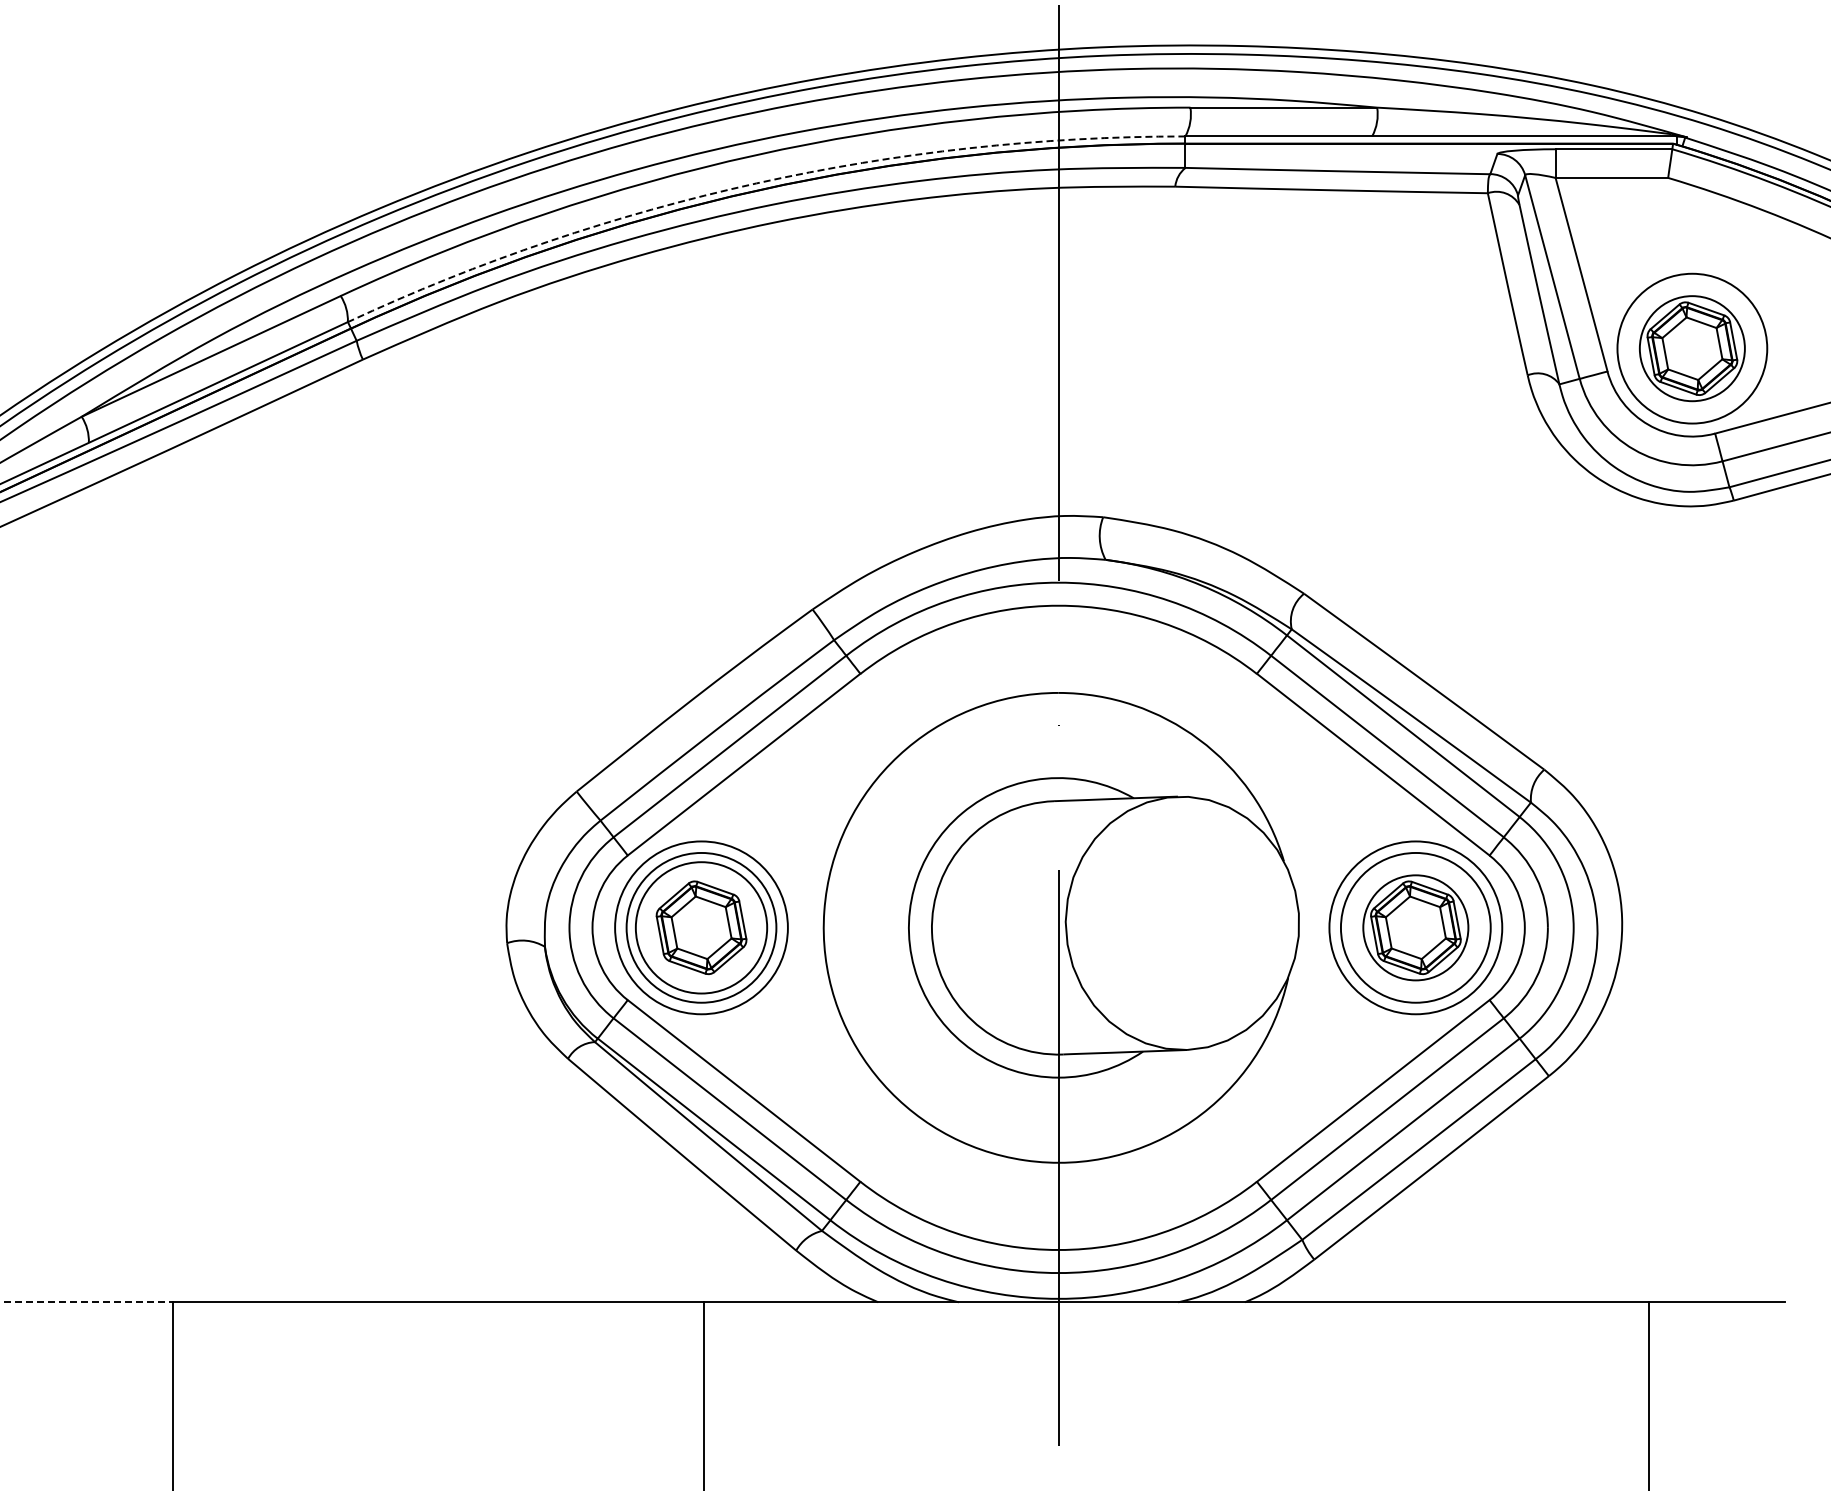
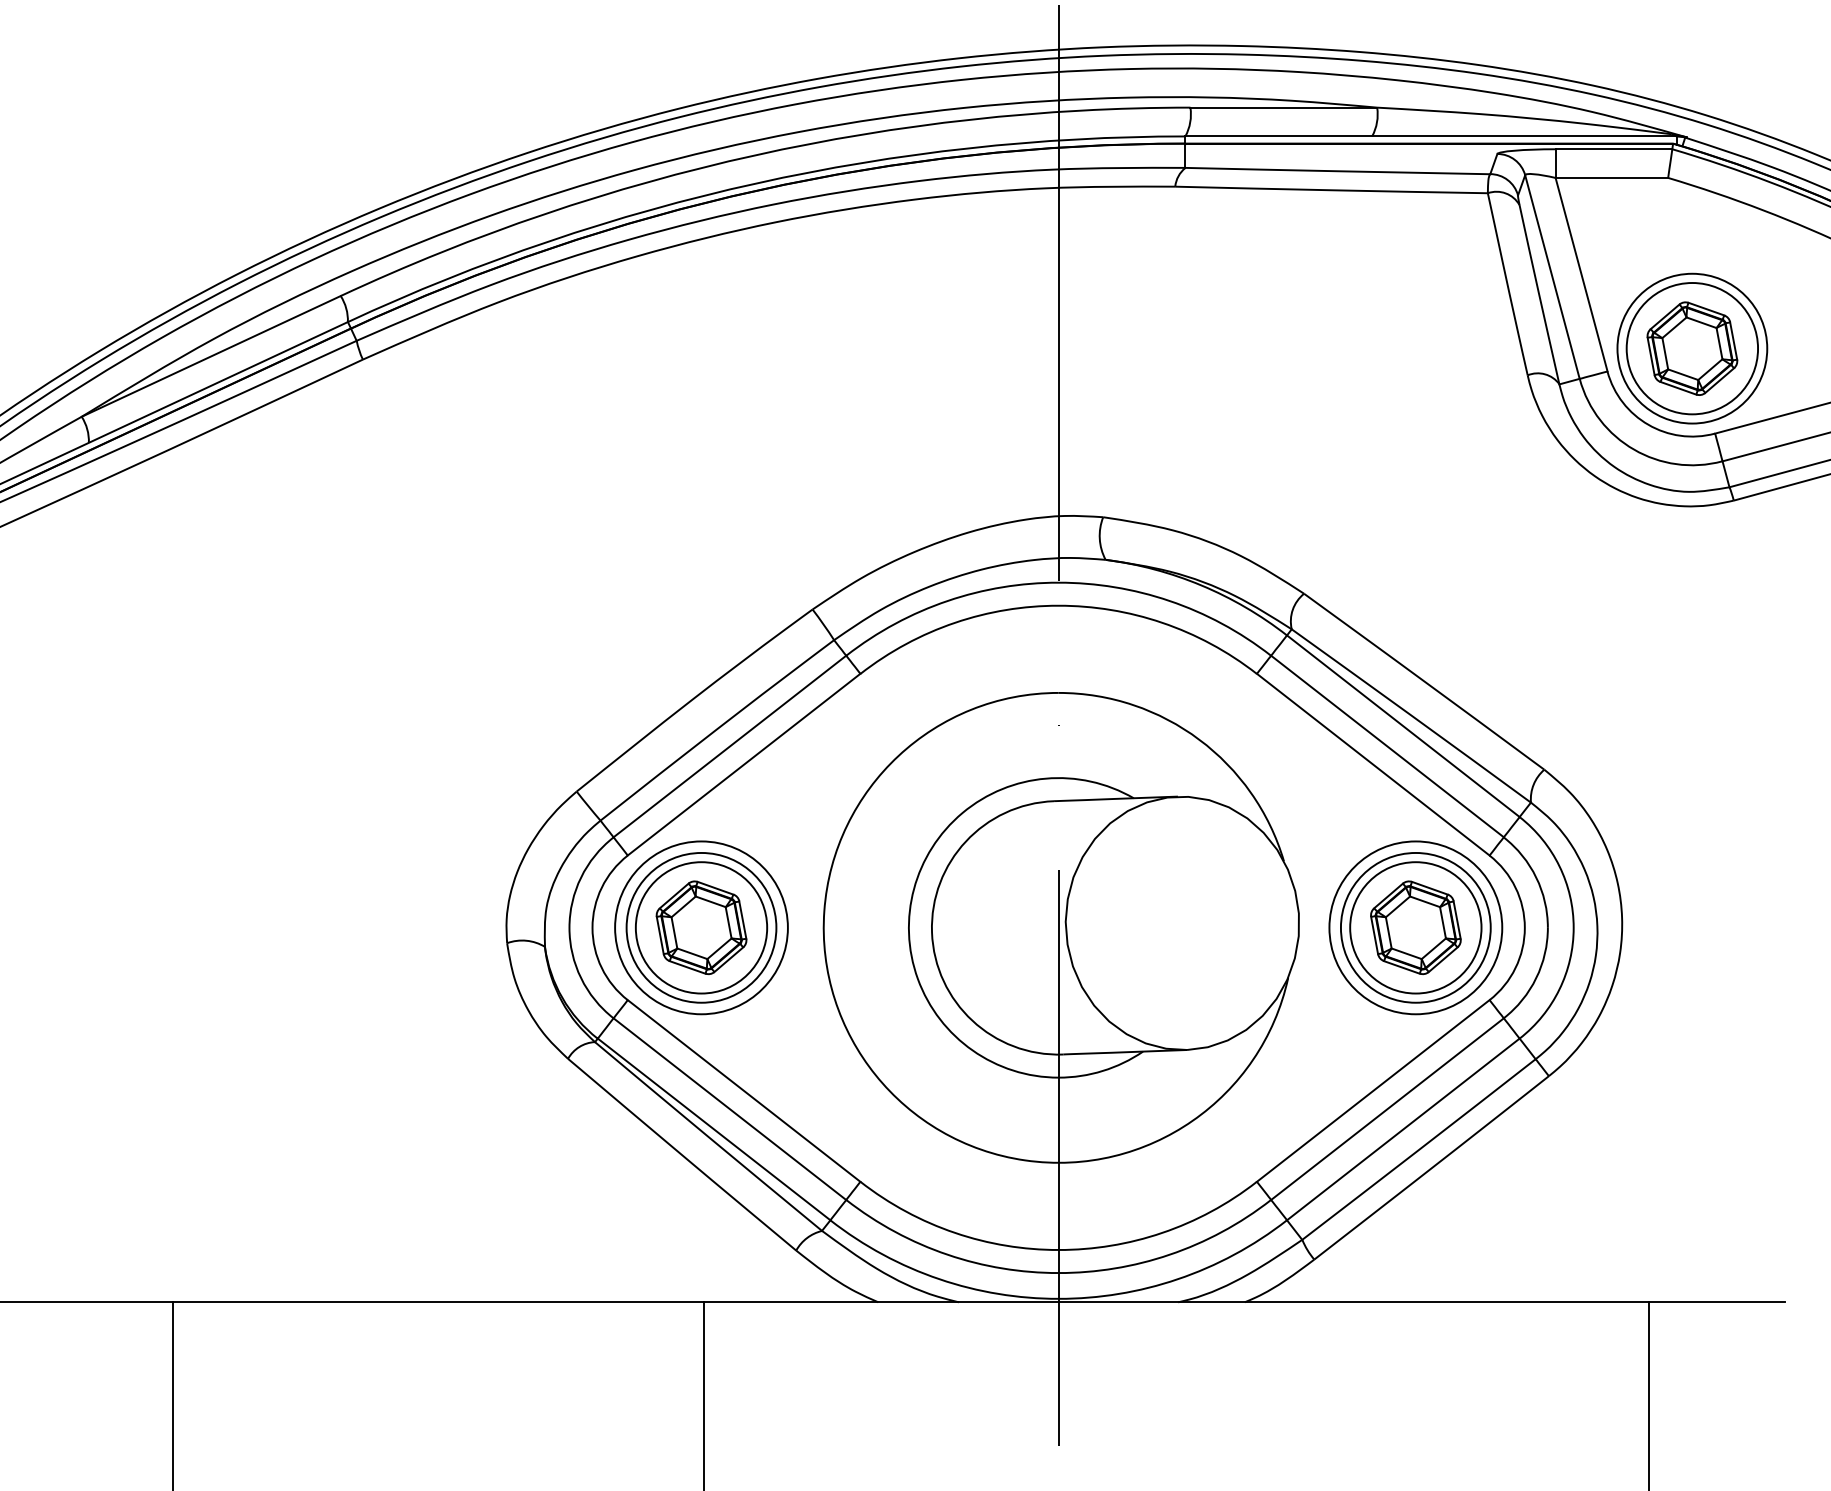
arc at (756, 183): dashed -> solid
circle at (1691, 348) diameter: 105 px -> 131 px
circle at (1415, 927) diameter: 105 px -> 131 px
line at (87, 1302): dashed -> solid
